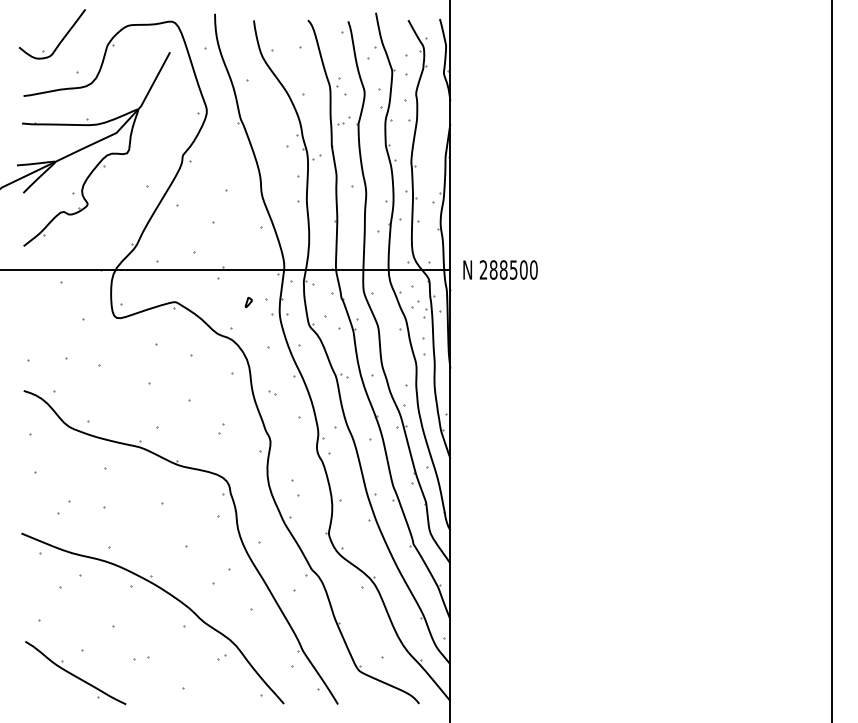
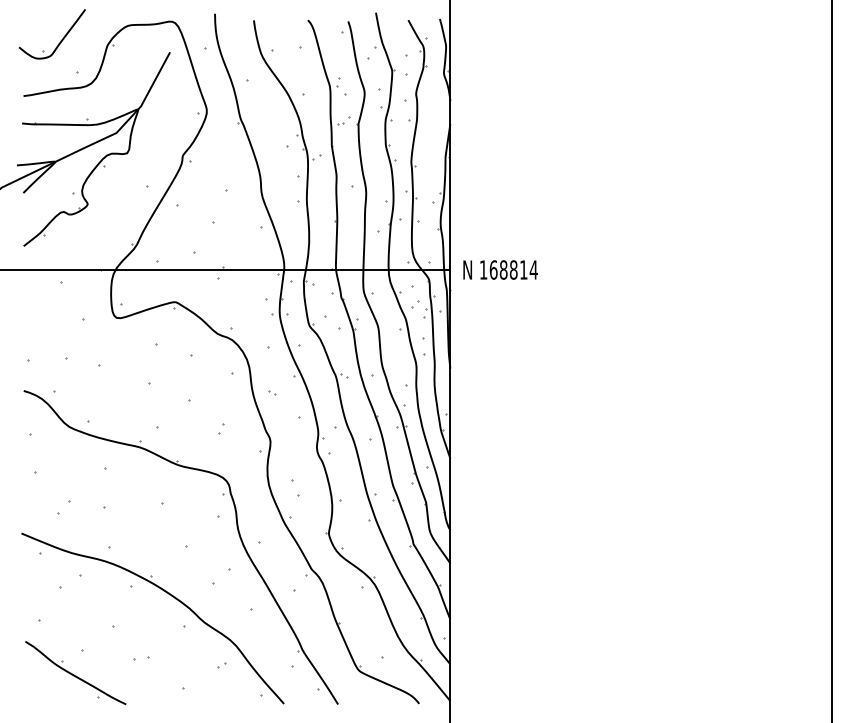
text at (508, 269): 288500 -> 168814
part at (248, 302): present -> none
part at (221, 657) position: (221, 657) -> (221, 665)
